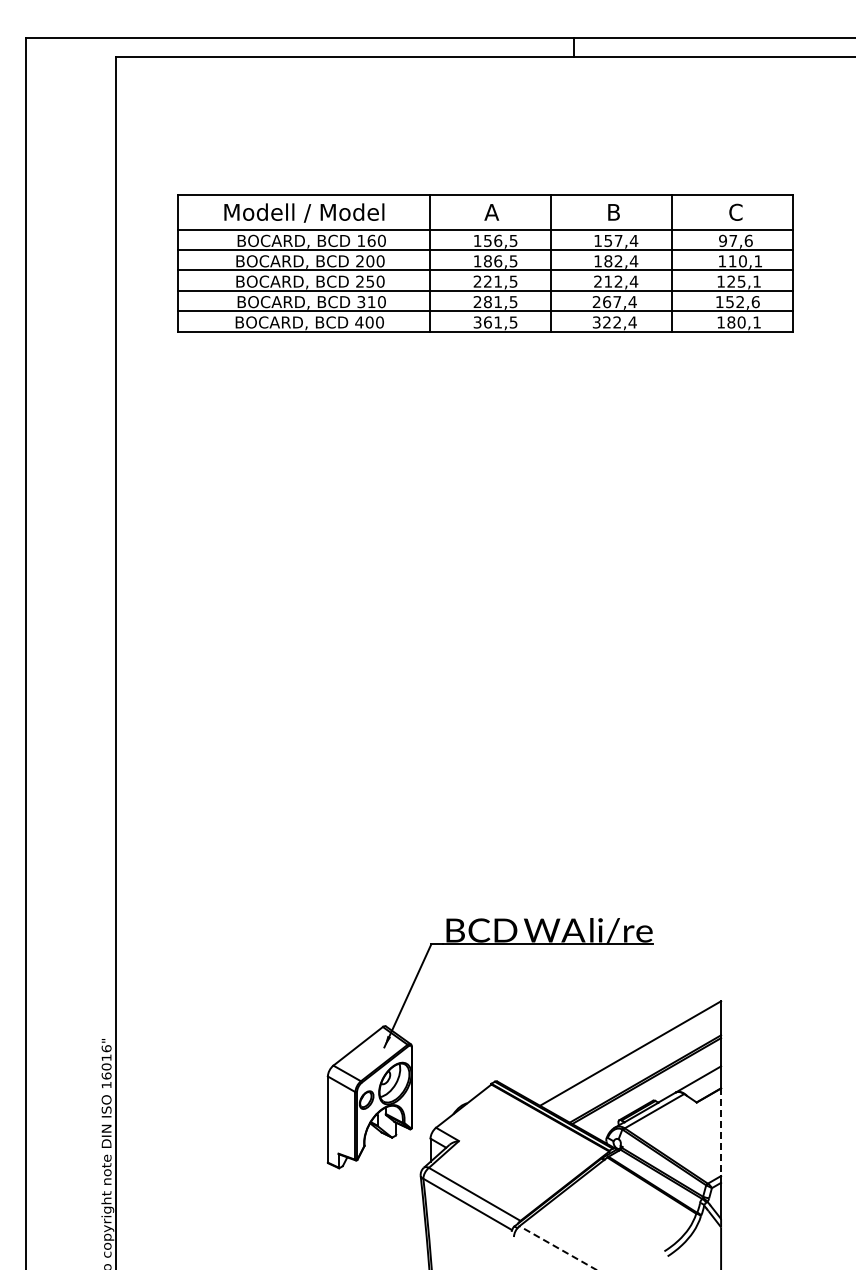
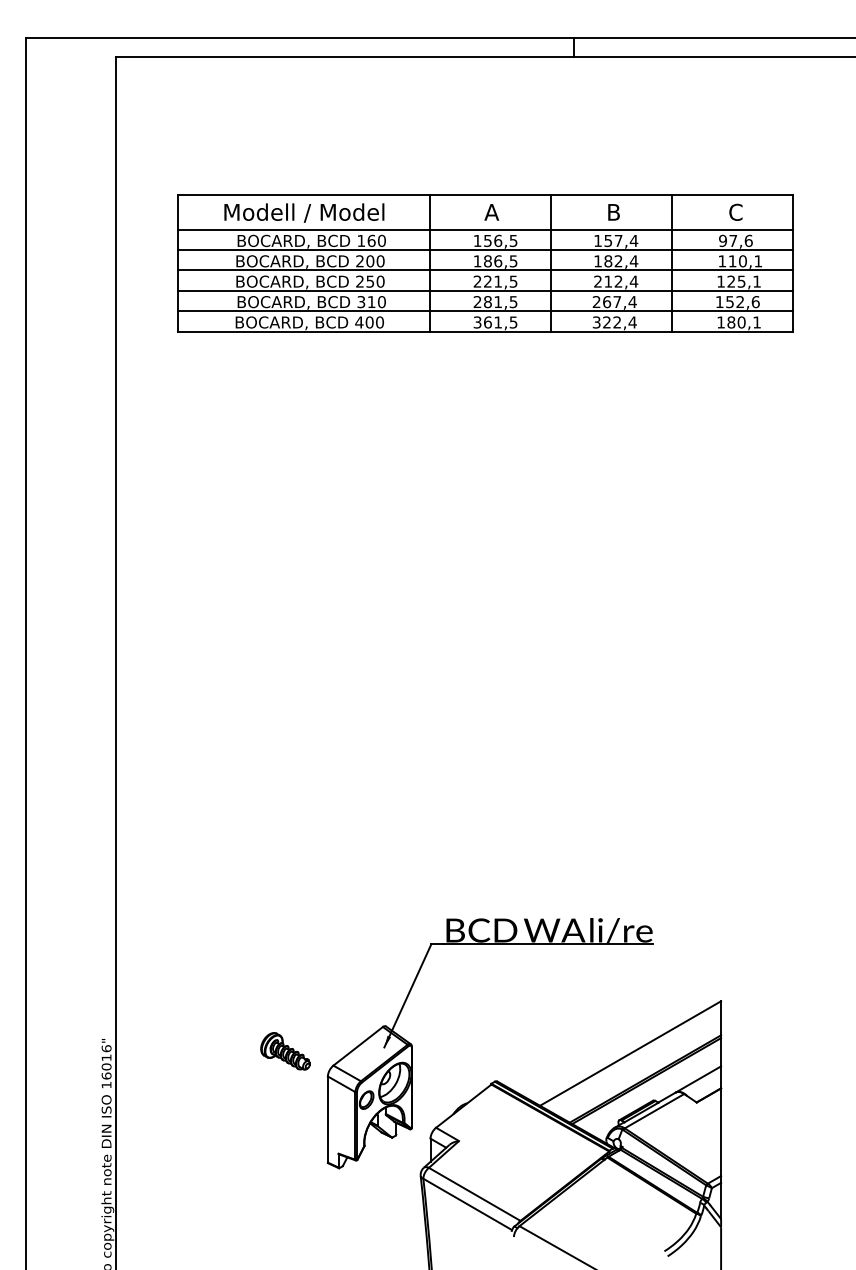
part at (285, 1051): none -> present
line at (721, 1132): dashed -> solid
line at (557, 1247): dashed -> solid
